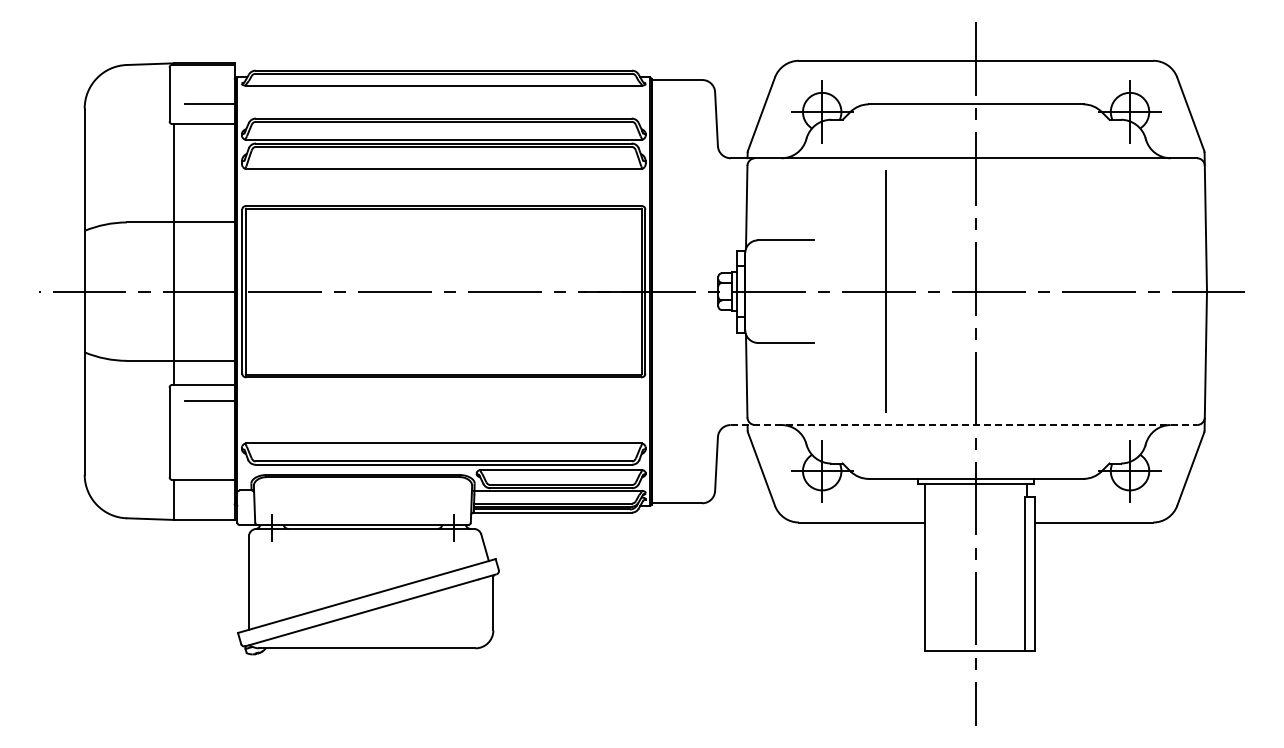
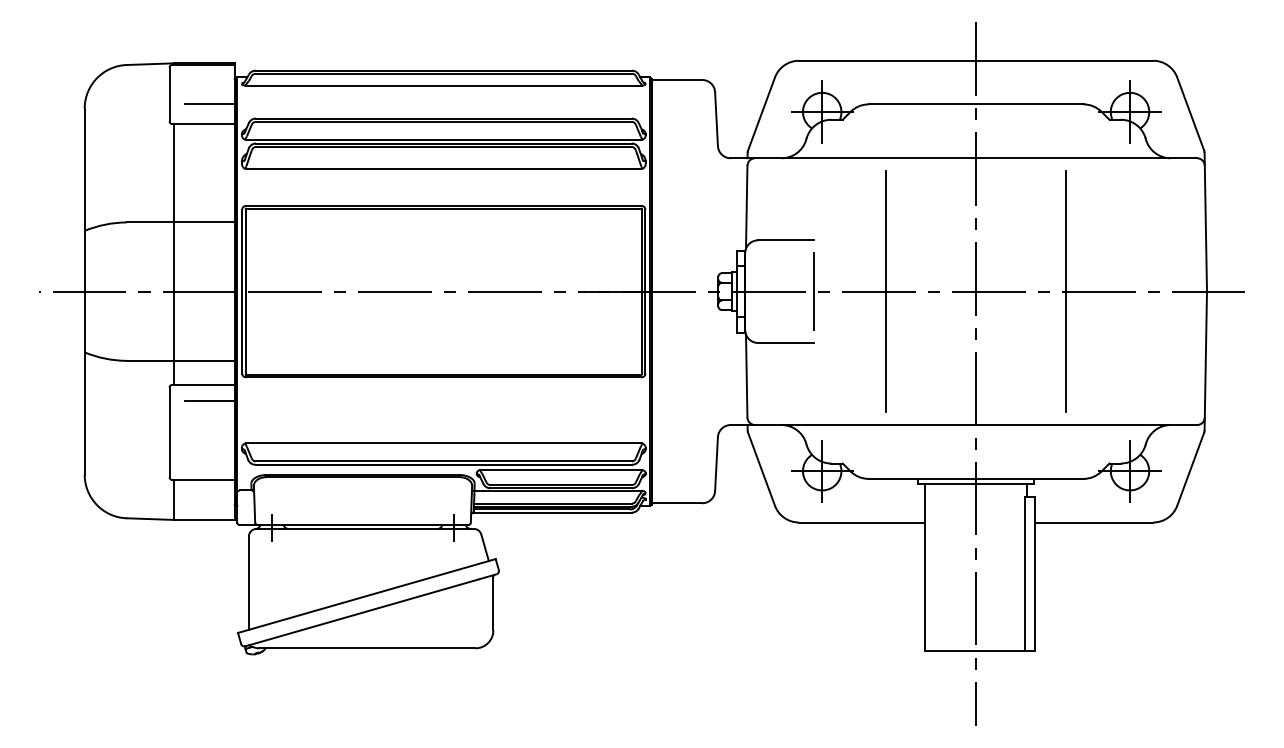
line at (814, 291): none -> present
line at (1065, 291): none -> present
line at (964, 425): dashed -> solid
